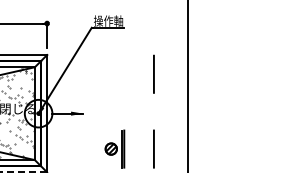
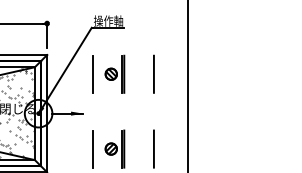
line at (92, 73): none -> present
part at (114, 73): none -> present
line at (92, 149): none -> present
line at (23, 172): dashed -> solid
